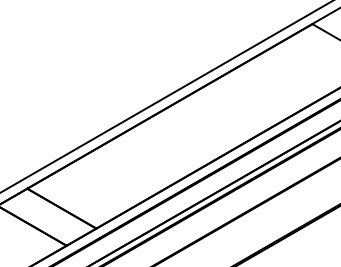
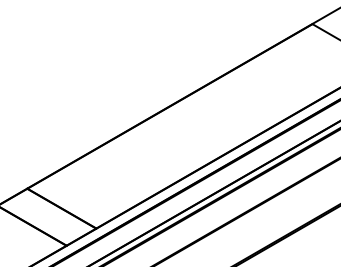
line at (166, 96): present -> none
